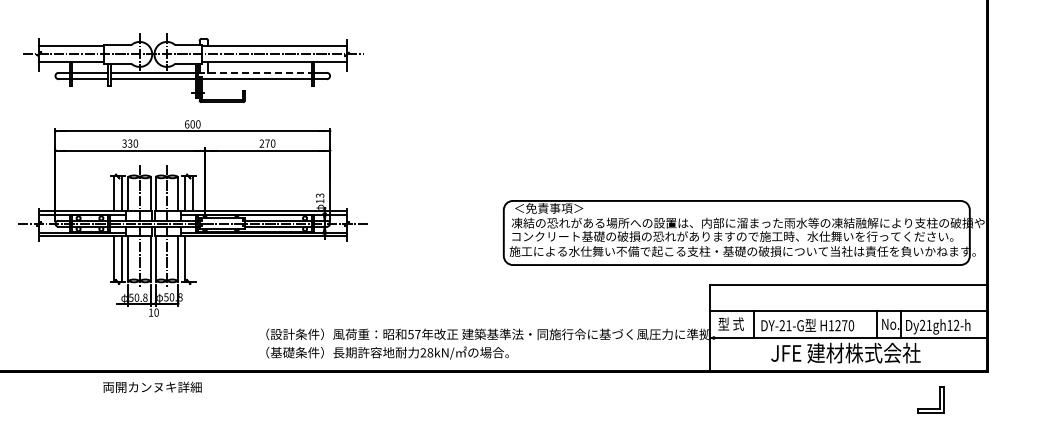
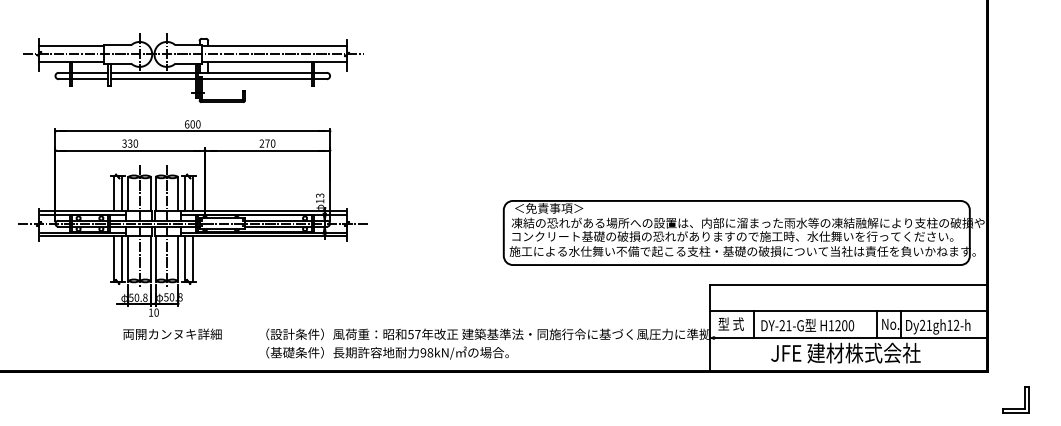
line at (255, 72): dashed -> solid
line at (193, 259): none -> present
text at (844, 325): H1270 -> H1200
text at (423, 352): 28kN/ -> 98kN/
text at (152, 386) position: (152, 386) -> (172, 333)
part at (939, 399) position: (939, 399) -> (1024, 399)
